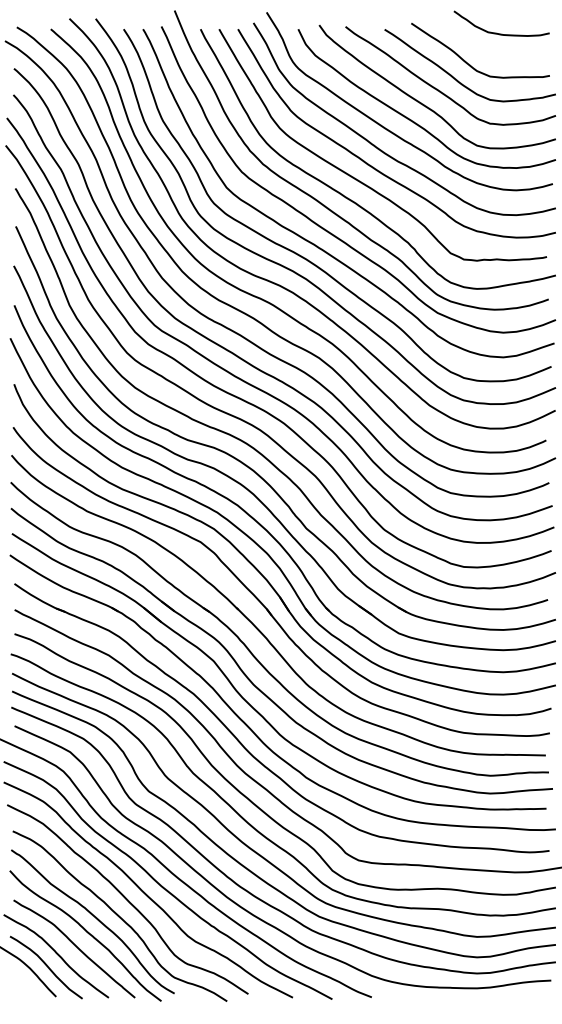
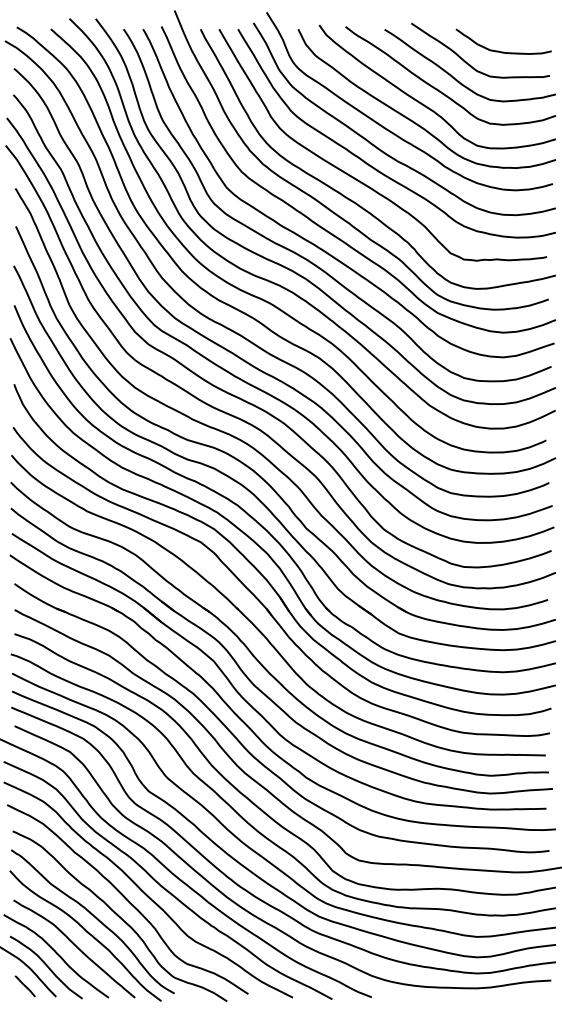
curve at (501, 33) position: (501, 33) -> (503, 51)
line at (24, 986): none -> present
